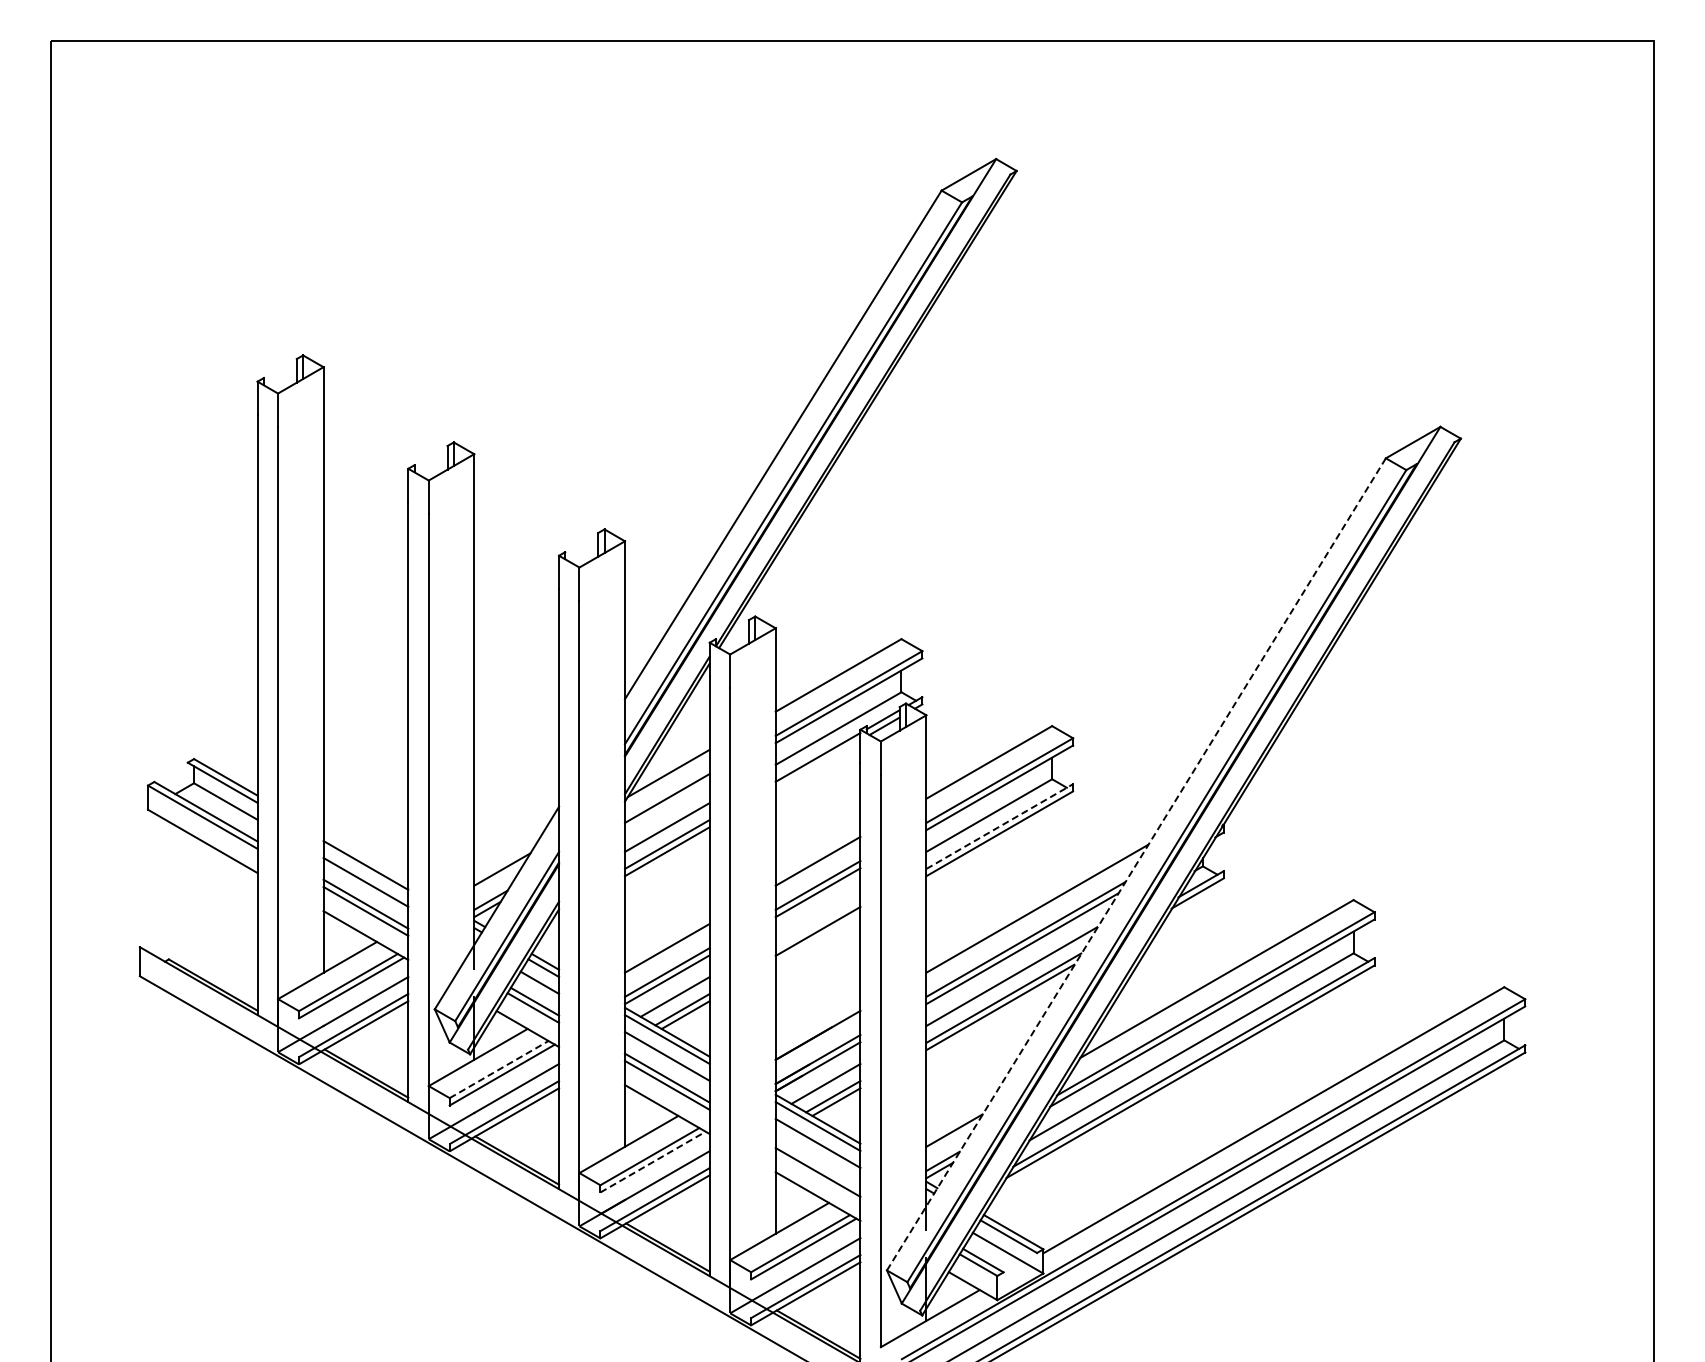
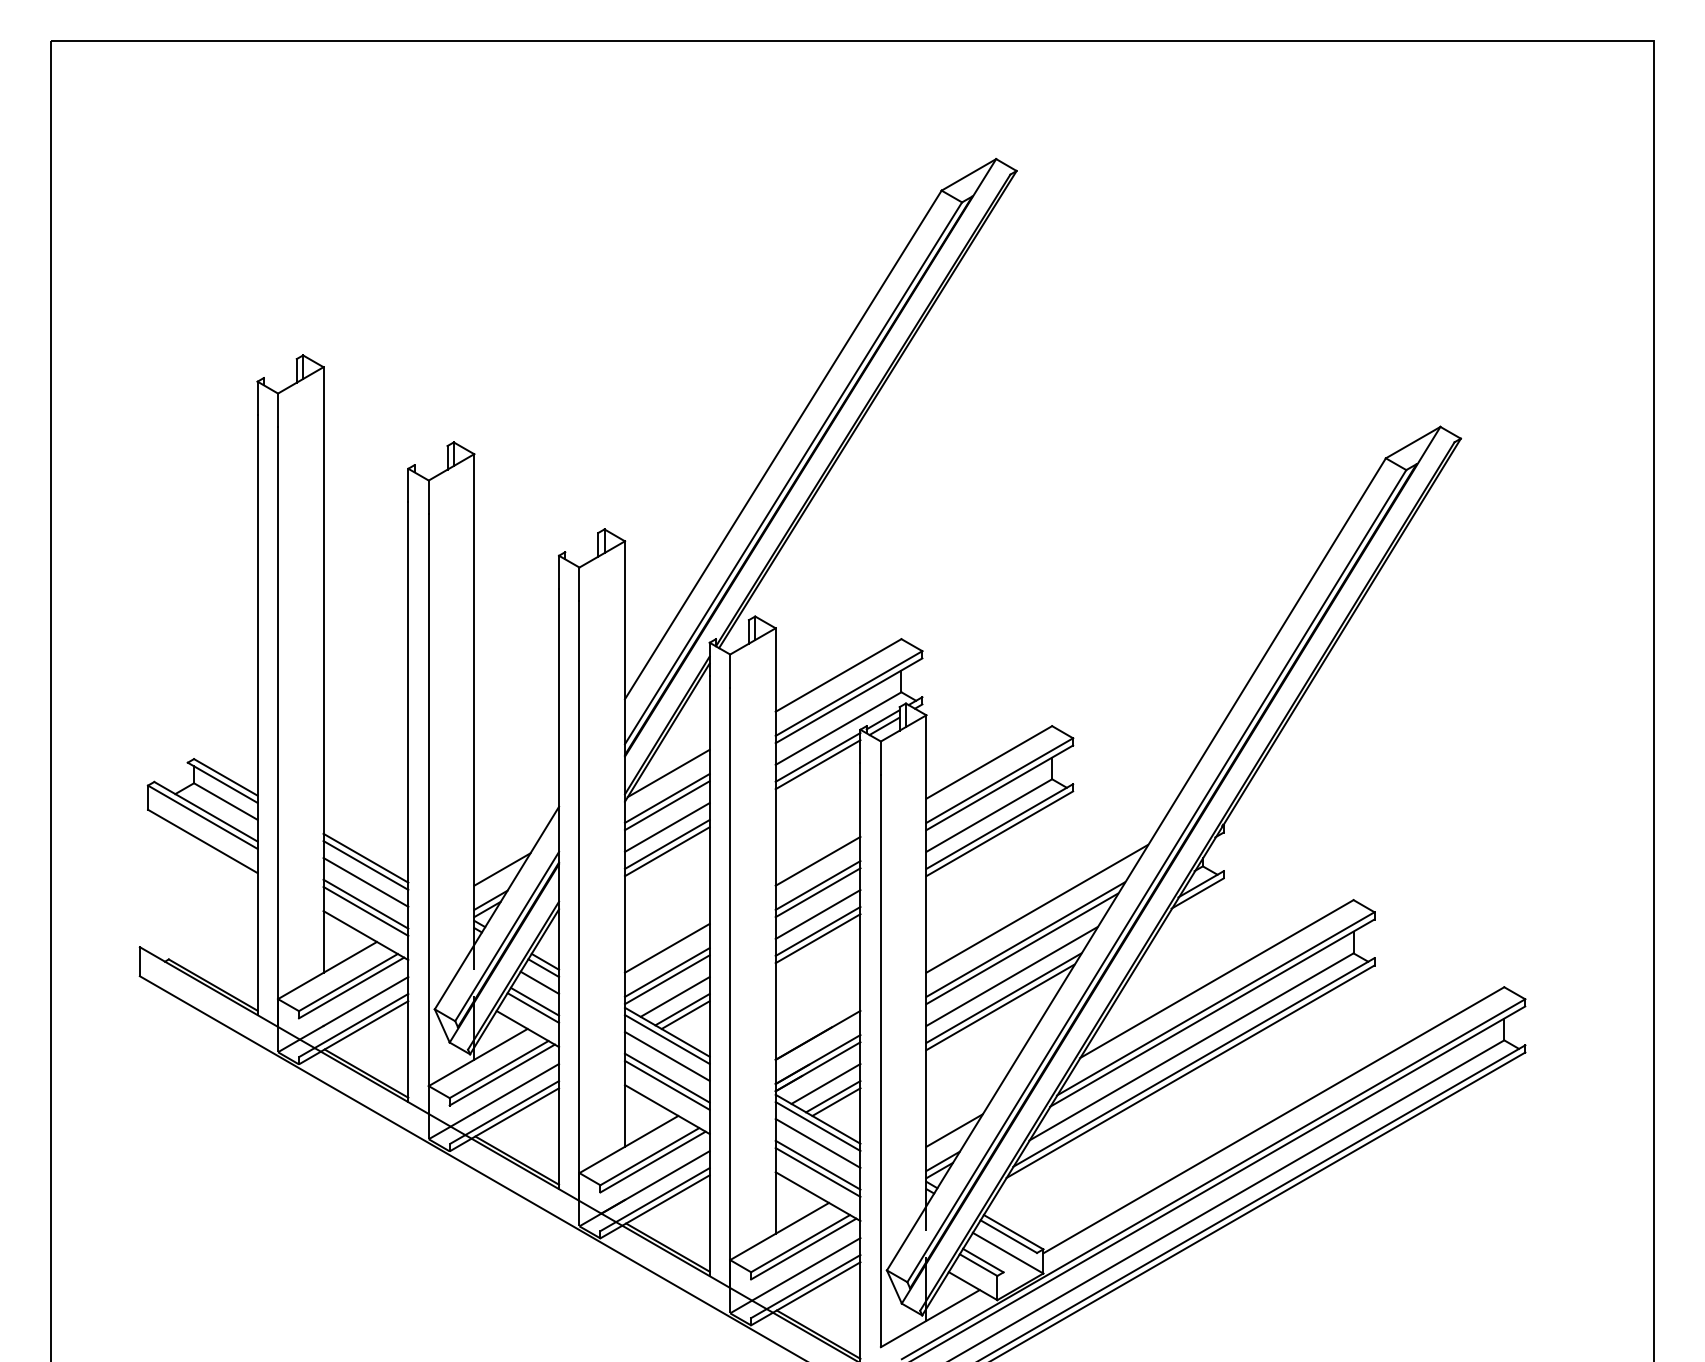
line at (817, 764): none -> present
line at (666, 805): none -> present
line at (999, 826): dashed -> solid
line at (365, 857): none -> present
line at (1136, 864): dashed -> solid
line at (817, 914): none -> present
line at (817, 938): none -> present
line at (499, 1069): dashed -> solid
line at (653, 1162): dashed -> solid
line at (817, 1164): none -> present
